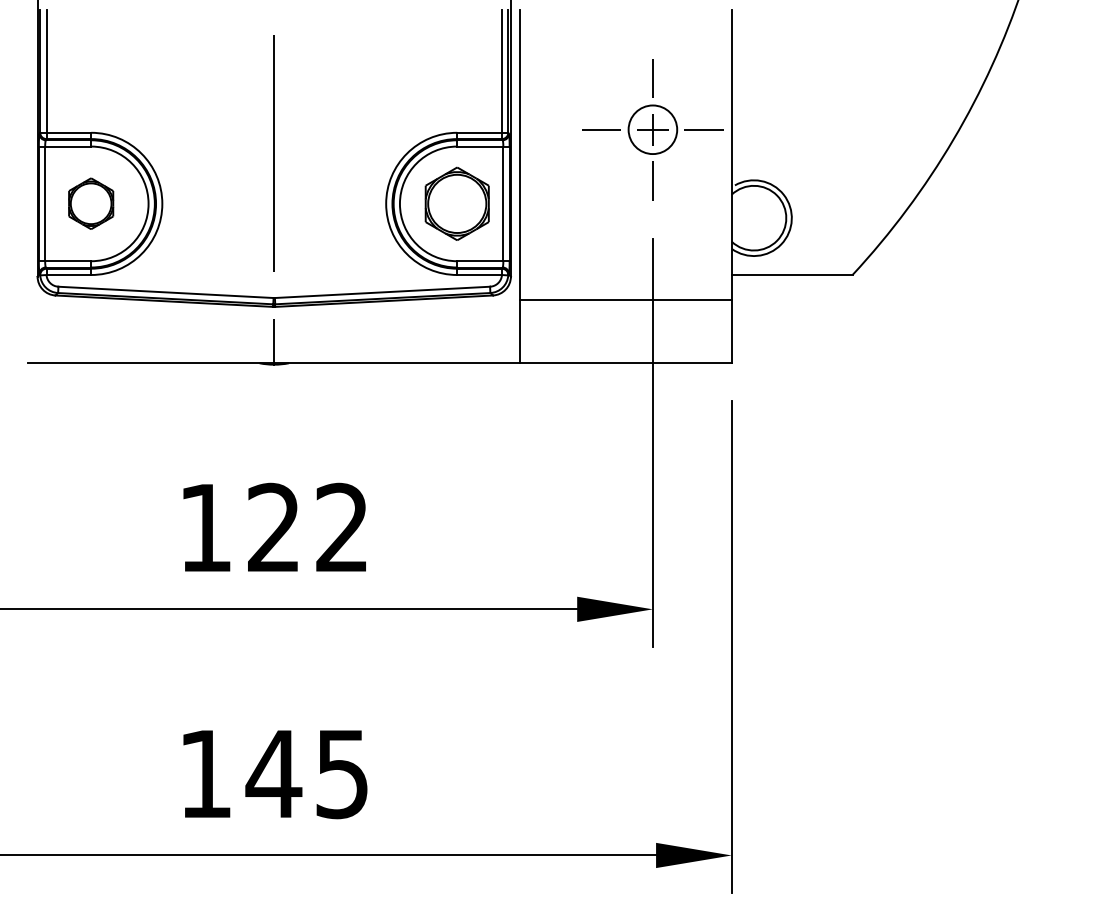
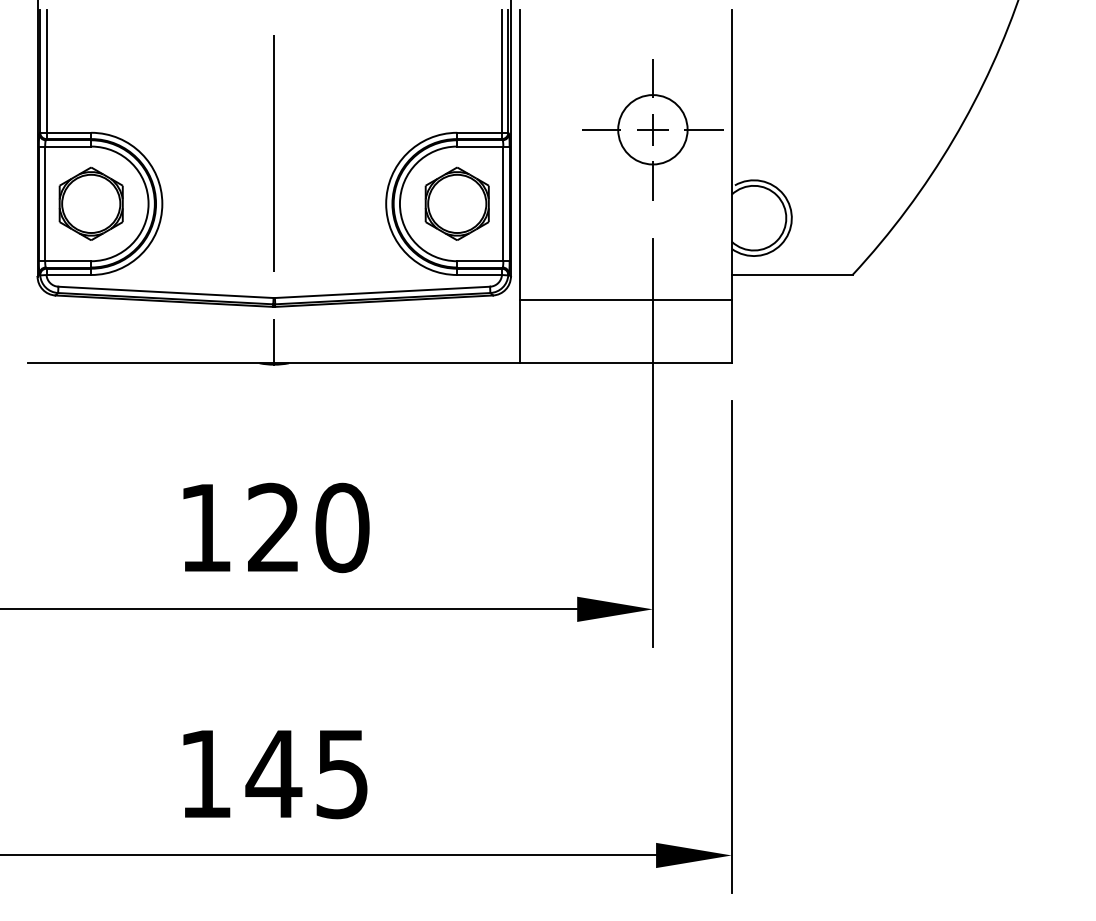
circle at (652, 129) diameter: 49 px -> 69 px
part at (91, 203) size: 47x53 px -> 66x75 px
text at (342, 527): 122 -> 120
